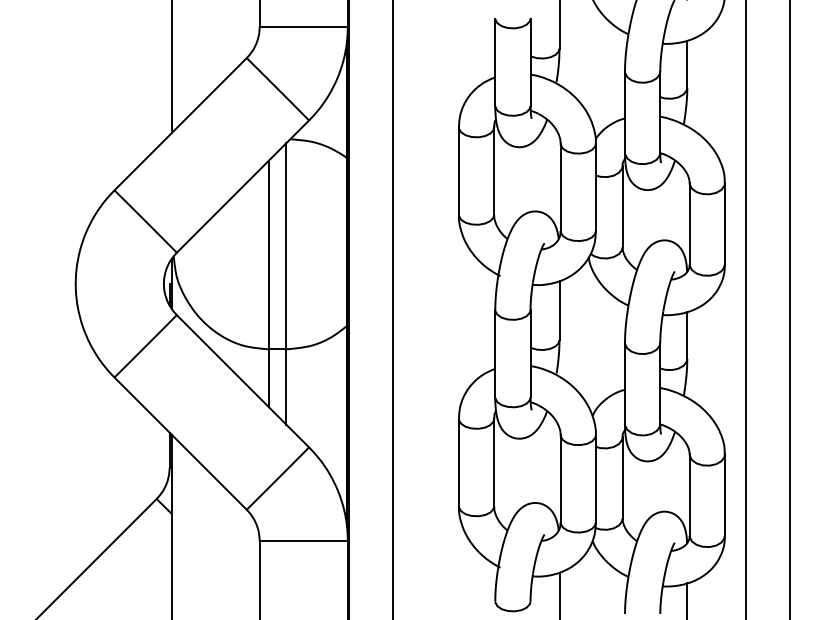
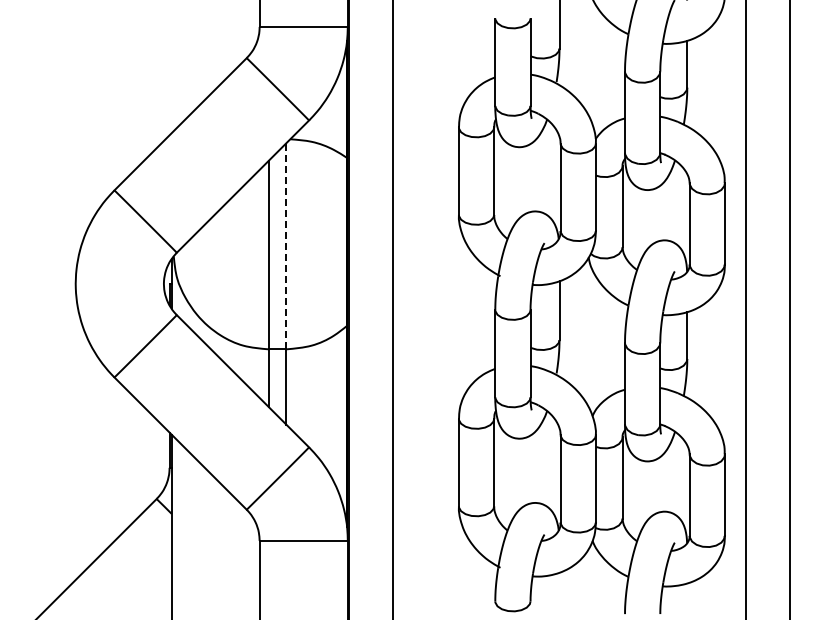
line at (171, 67): present -> none
line at (286, 245): solid -> dashed
line at (559, 594): present -> none
line at (687, 599): present -> none
